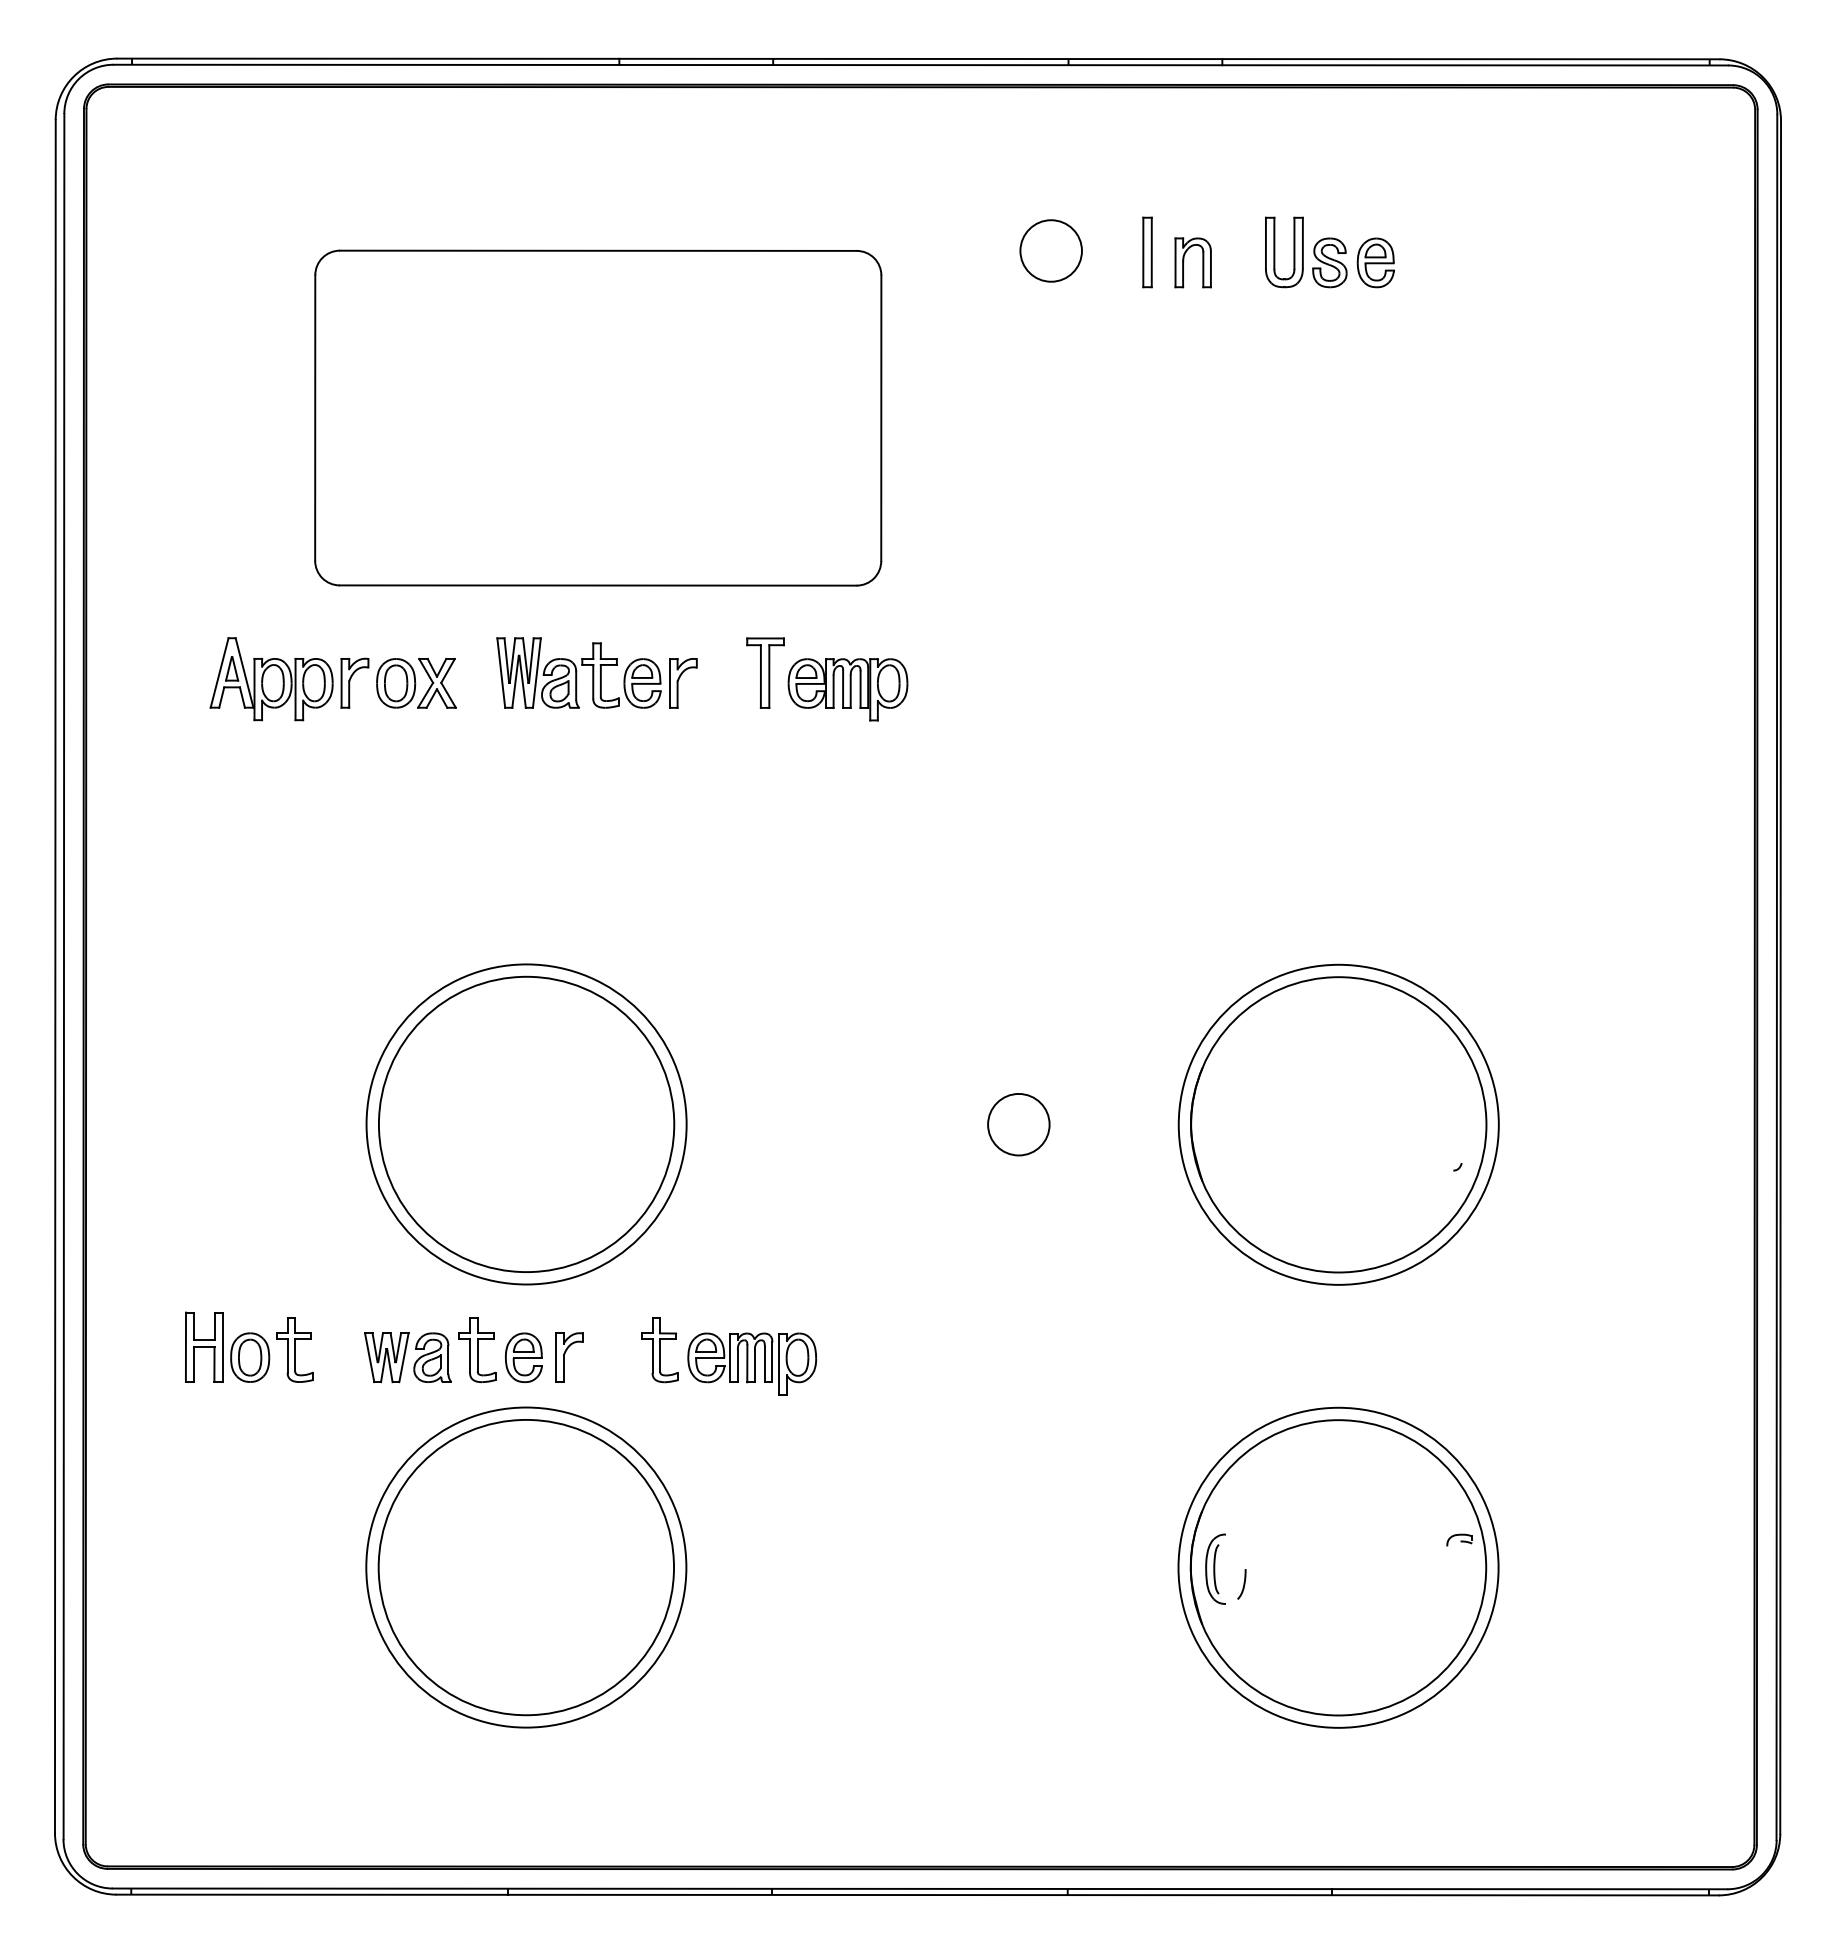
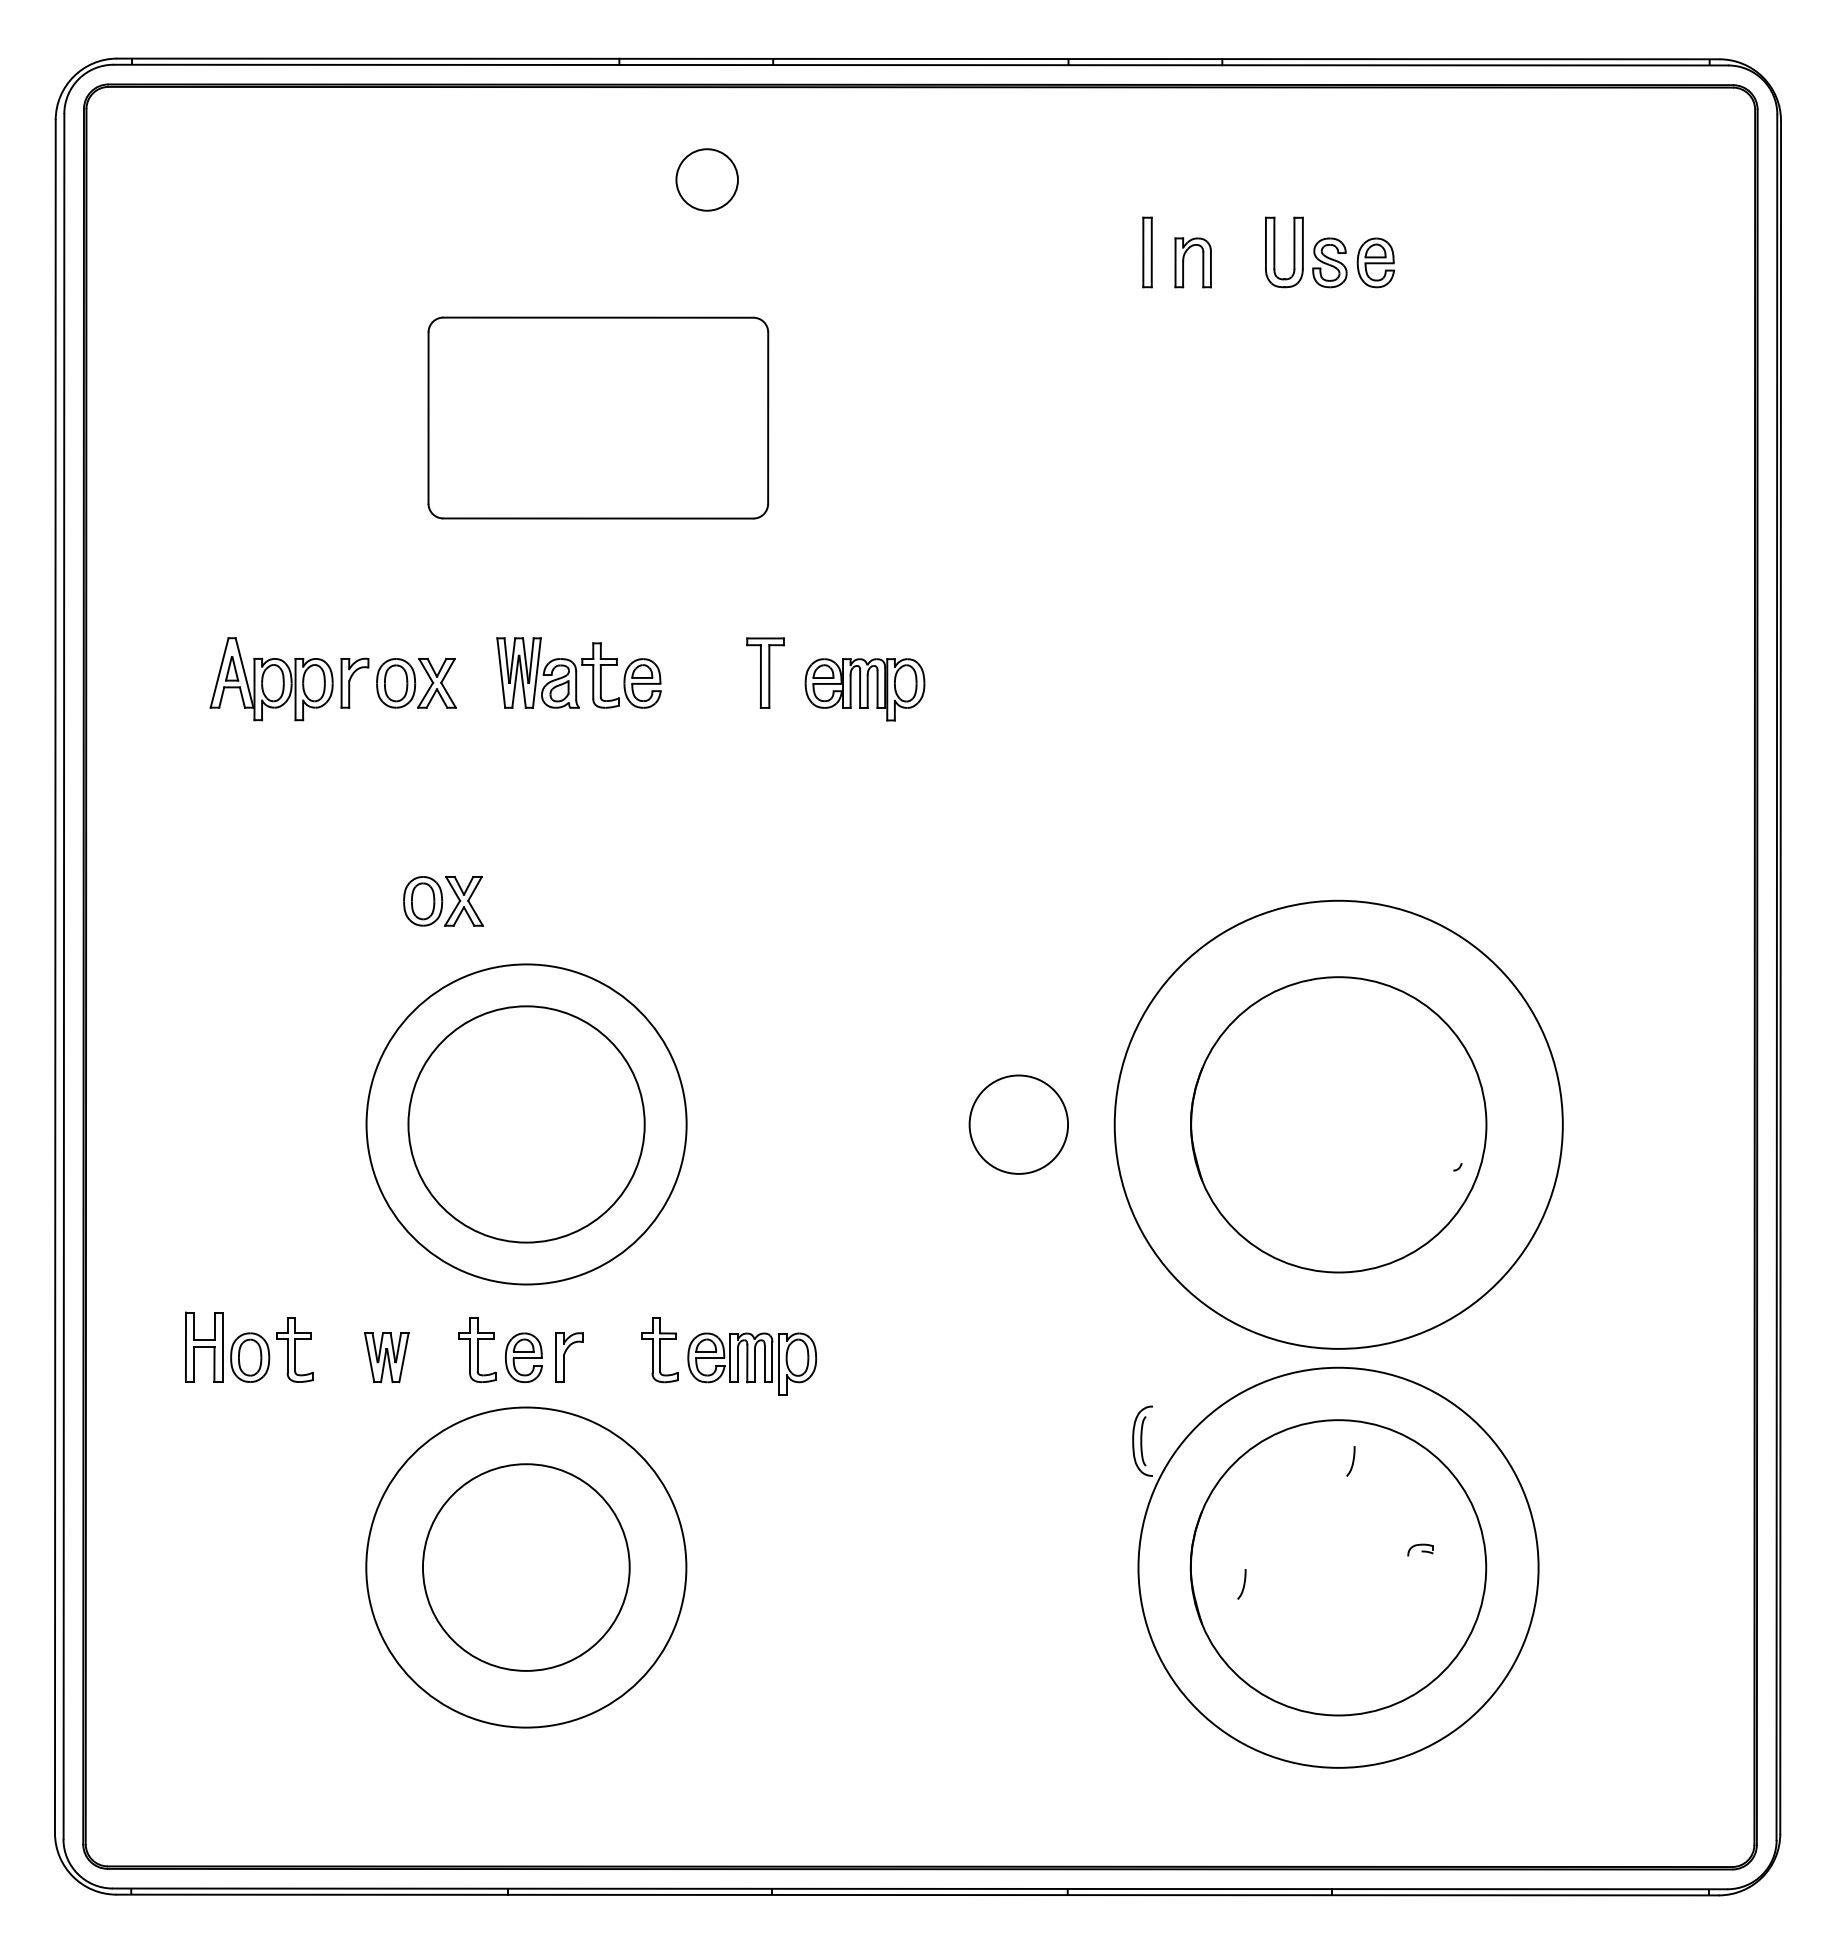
circle at (1050, 250) position: (1050, 250) -> (706, 179)
part at (598, 417) size: 569x338 px -> 343x204 px
part at (683, 683): present -> none
part at (847, 689) position: (847, 689) -> (864, 689)
part at (443, 900): none -> present
circle at (526, 1124) diameter: 295 px -> 236 px
circle at (1018, 1124) diameter: 62 px -> 98 px
circle at (1338, 1124) diameter: 320 px -> 448 px
part at (432, 1357): present -> none
curve at (1352, 1461): none -> present
part at (1459, 1539) position: (1459, 1539) -> (1420, 1549)
circle at (526, 1567) diameter: 295 px -> 207 px
circle at (1338, 1567) diameter: 320 px -> 400 px
part at (1215, 1568) position: (1215, 1568) -> (1142, 1440)
